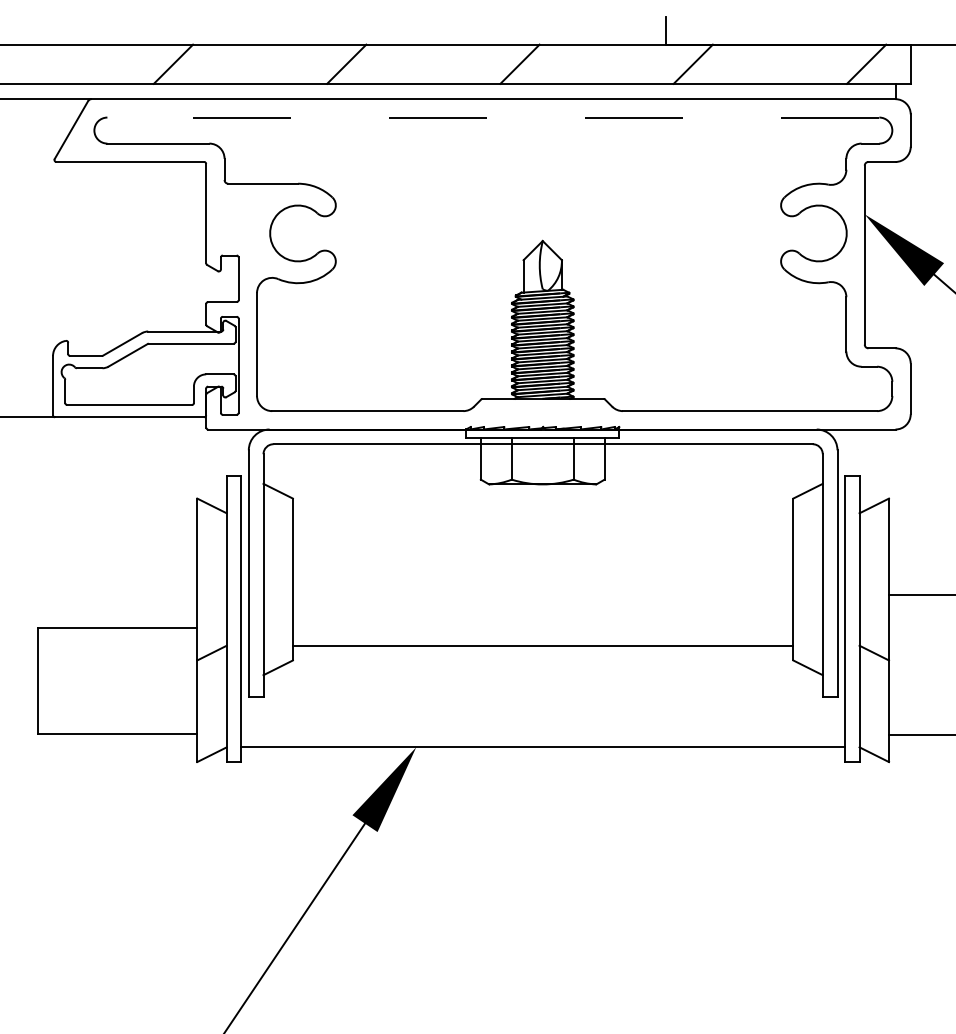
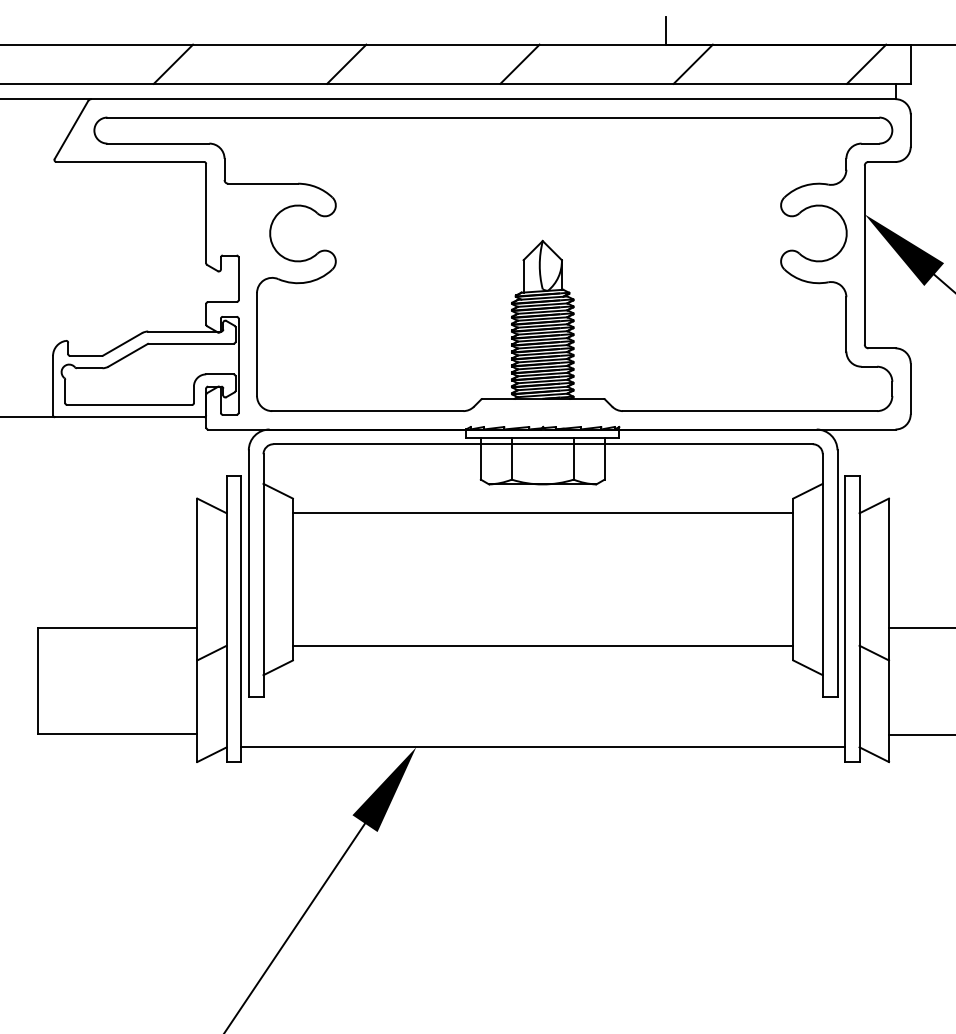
line at (493, 117): dashed -> solid
line at (542, 513): none -> present
line at (920, 595) position: (920, 595) -> (920, 628)
